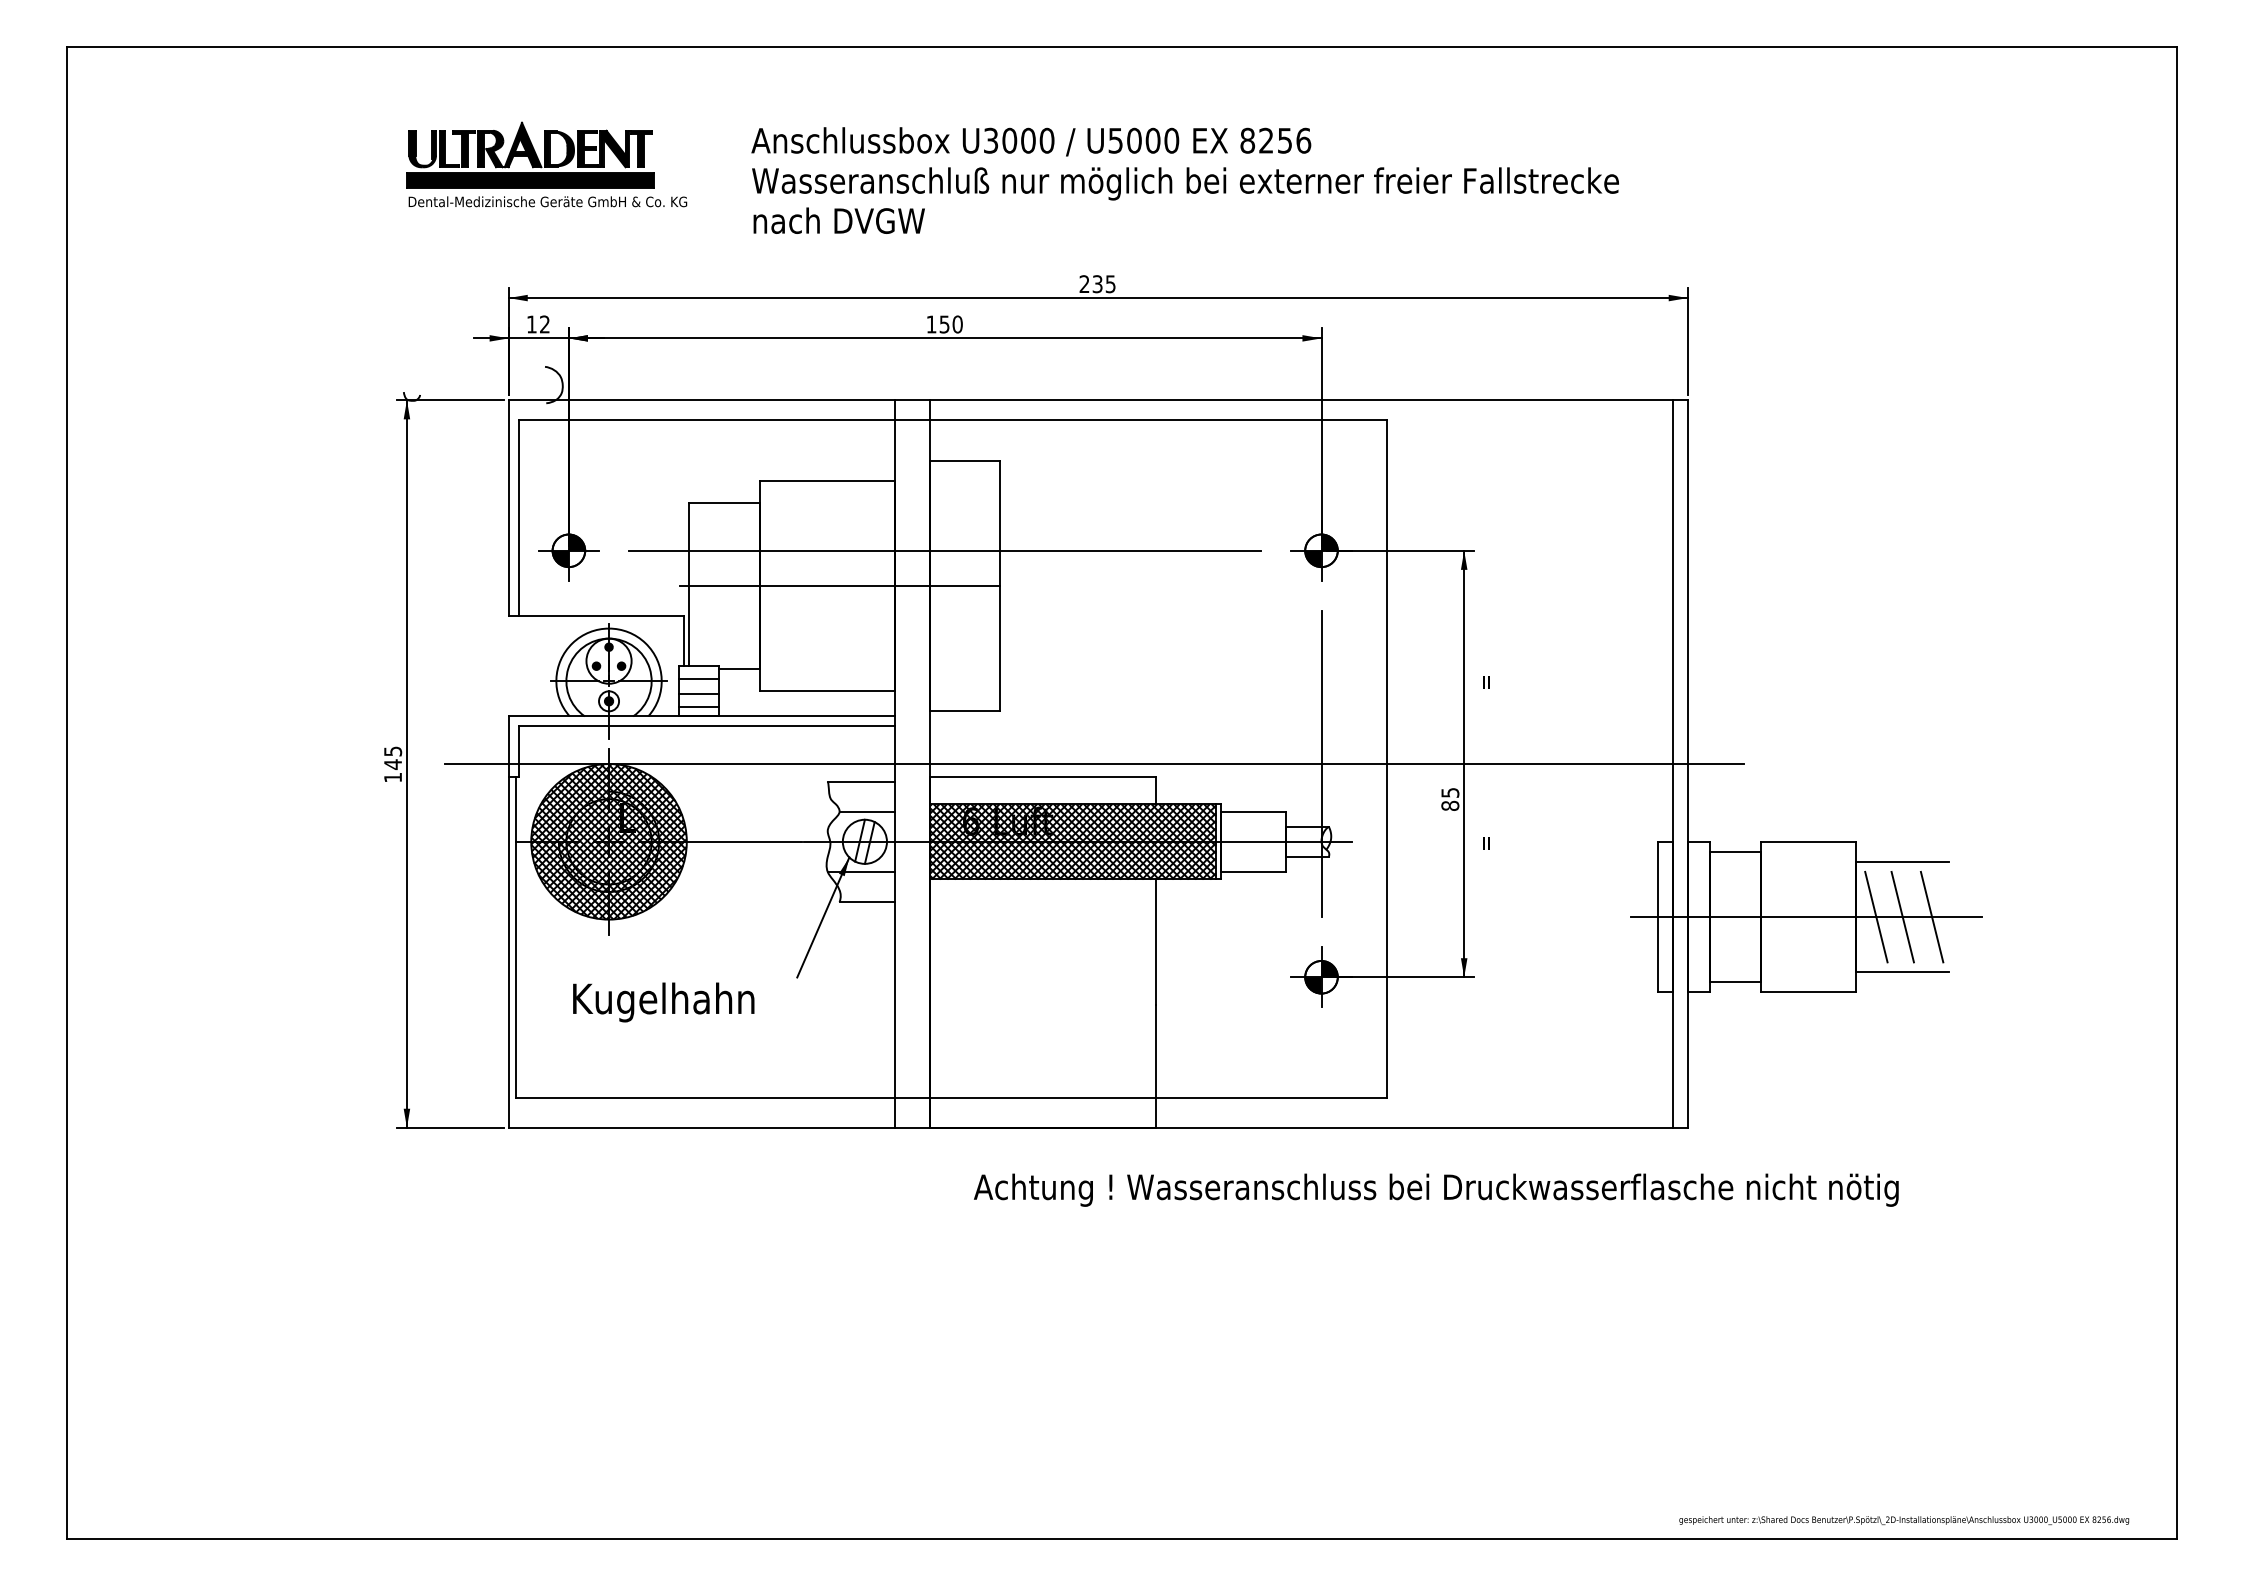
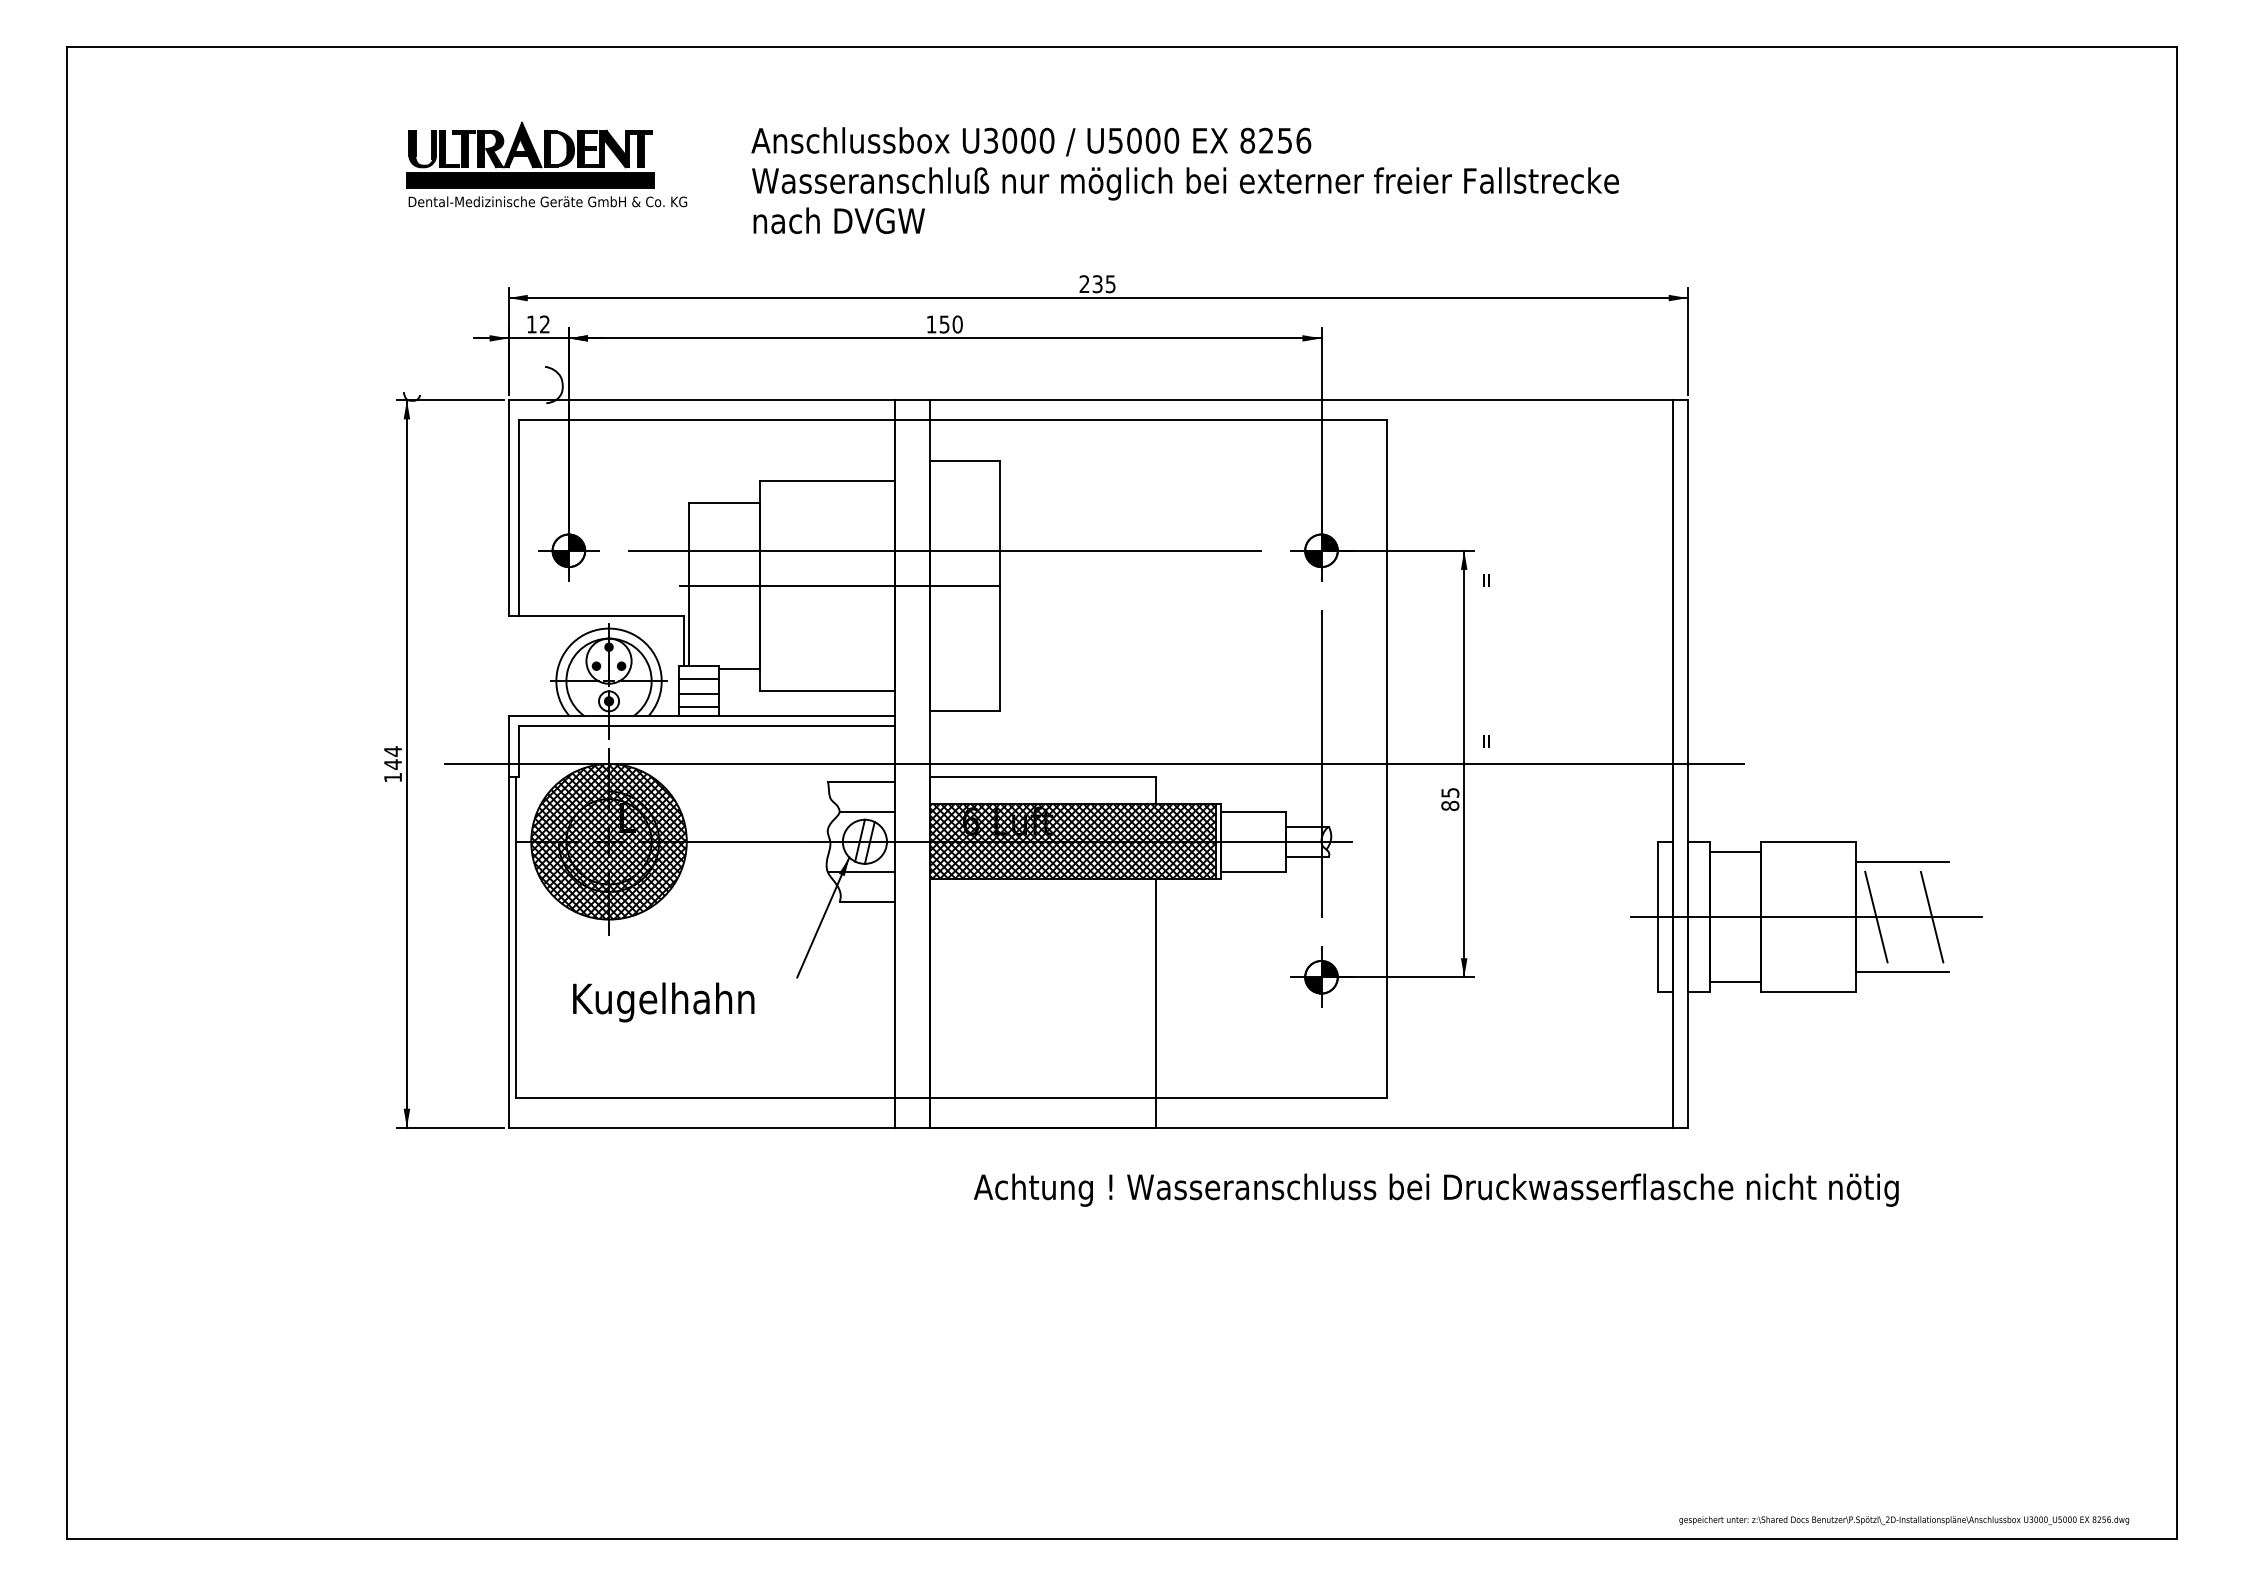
text at (393, 751): 145 -> 144
text at (1486, 762) position: (1486, 762) -> (1486, 660)
line at (1902, 916): present -> none
